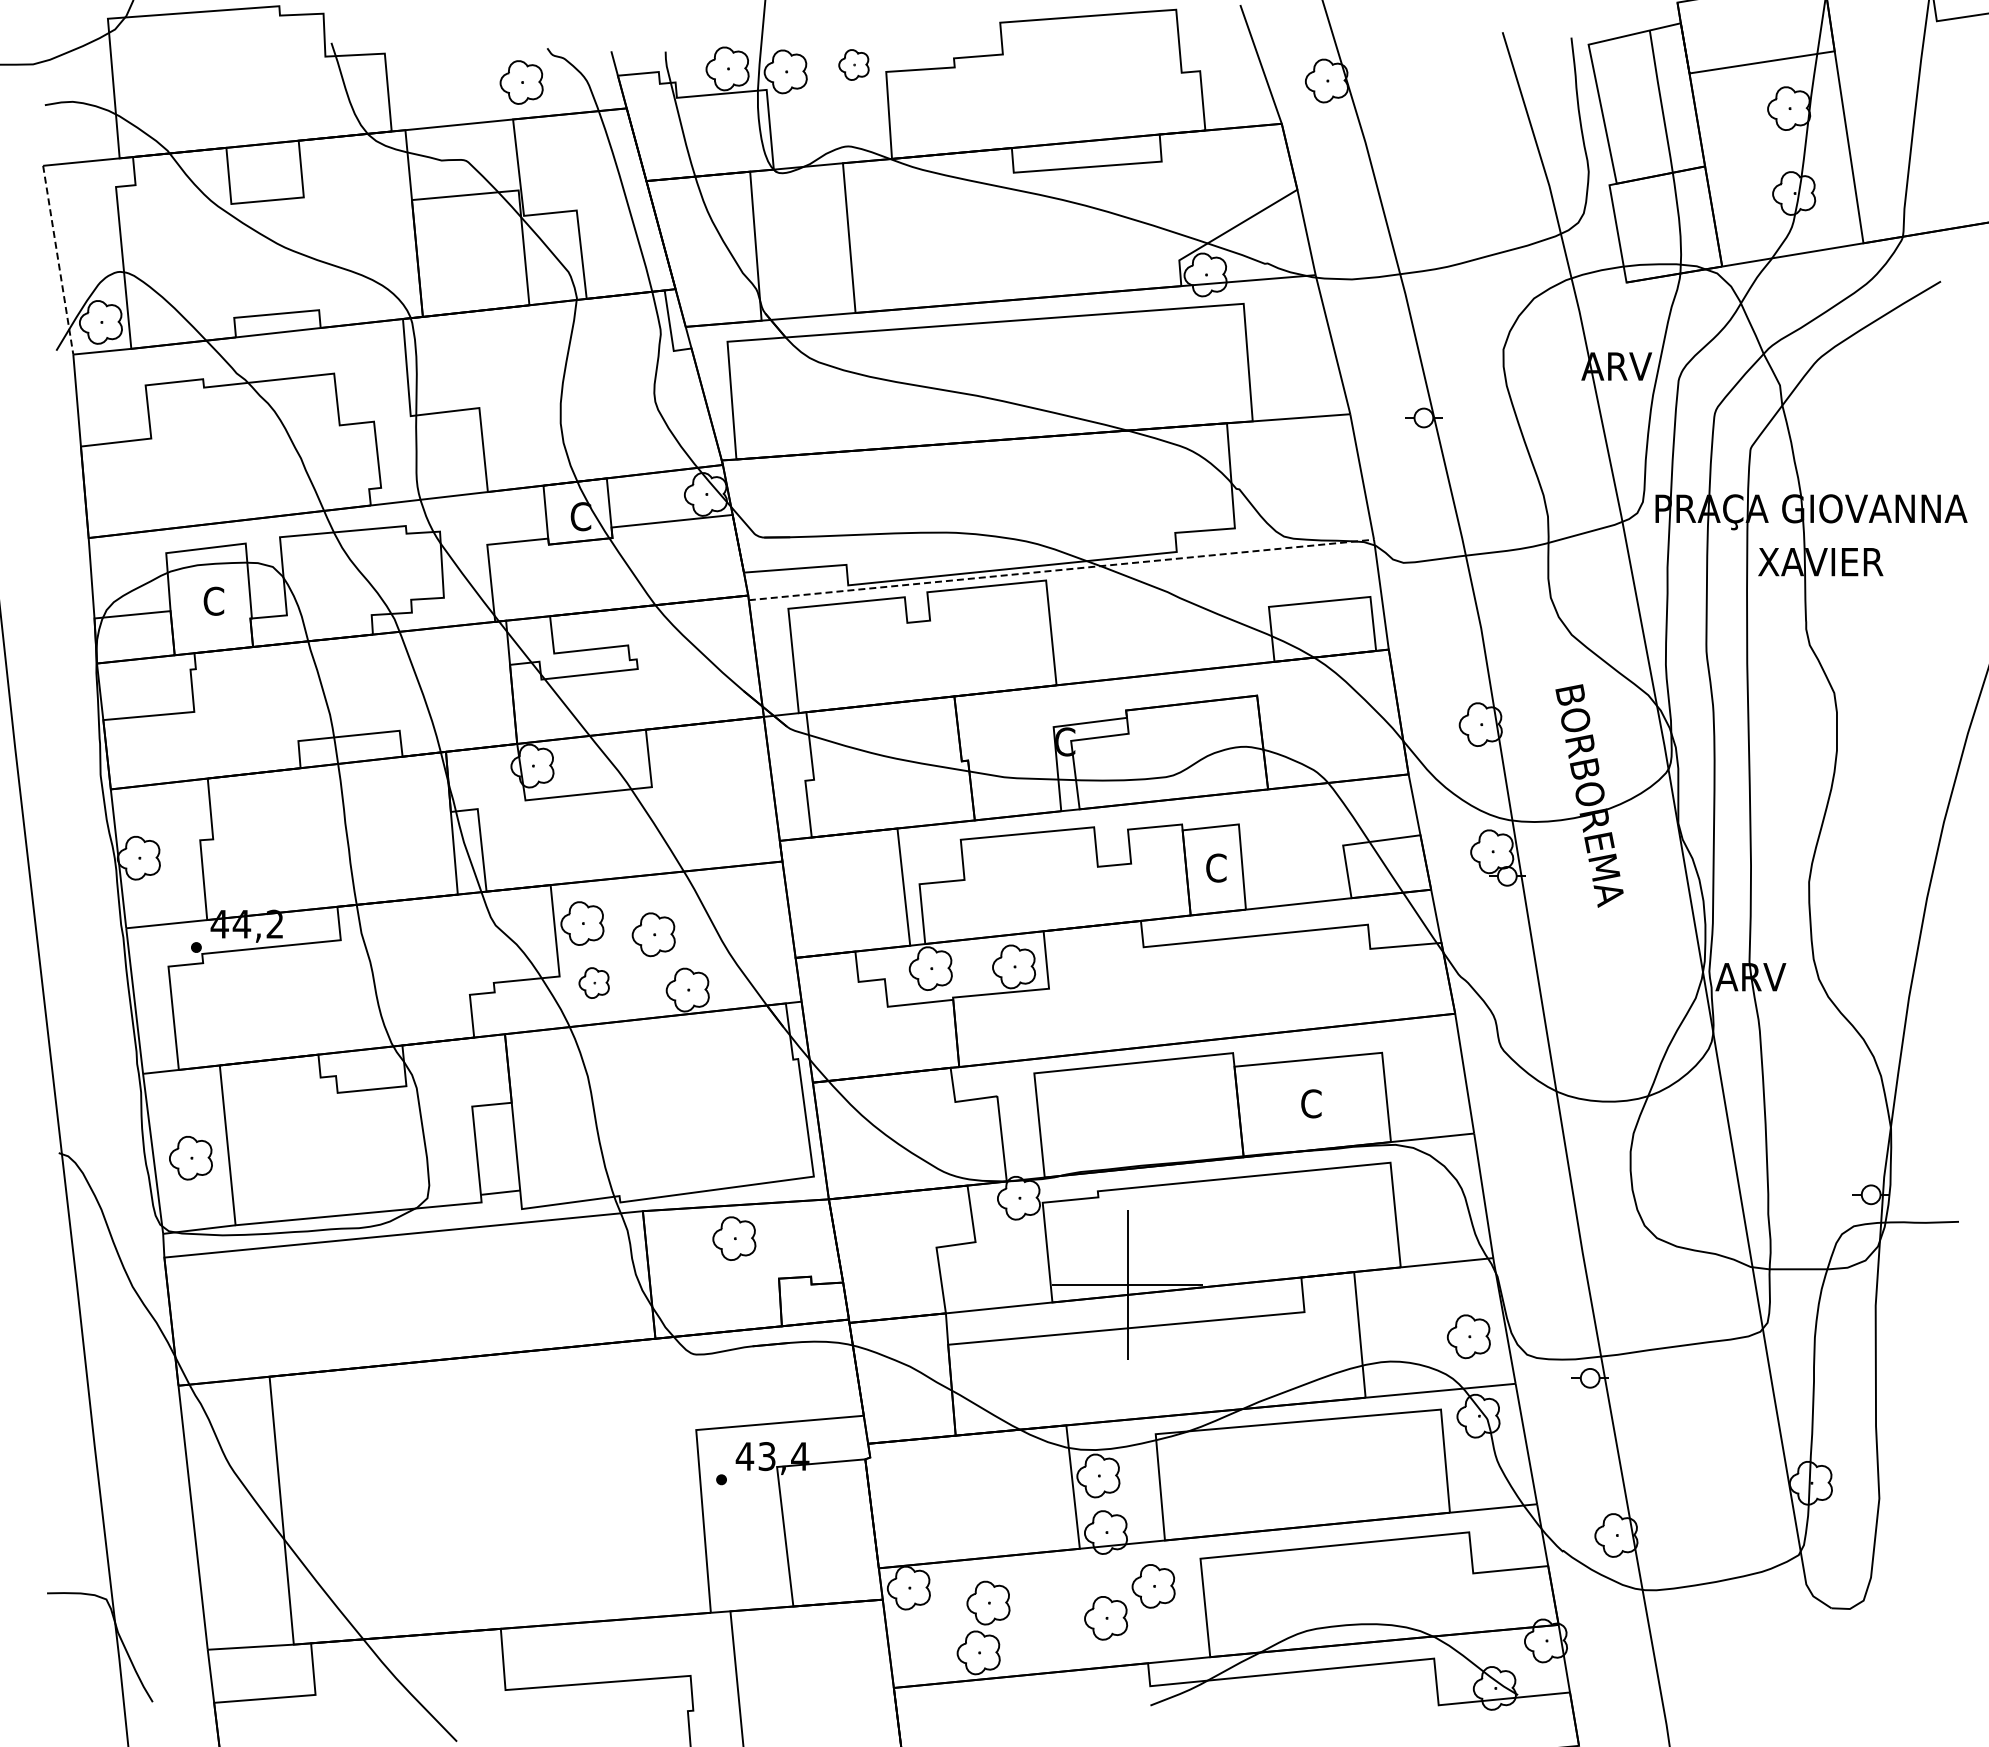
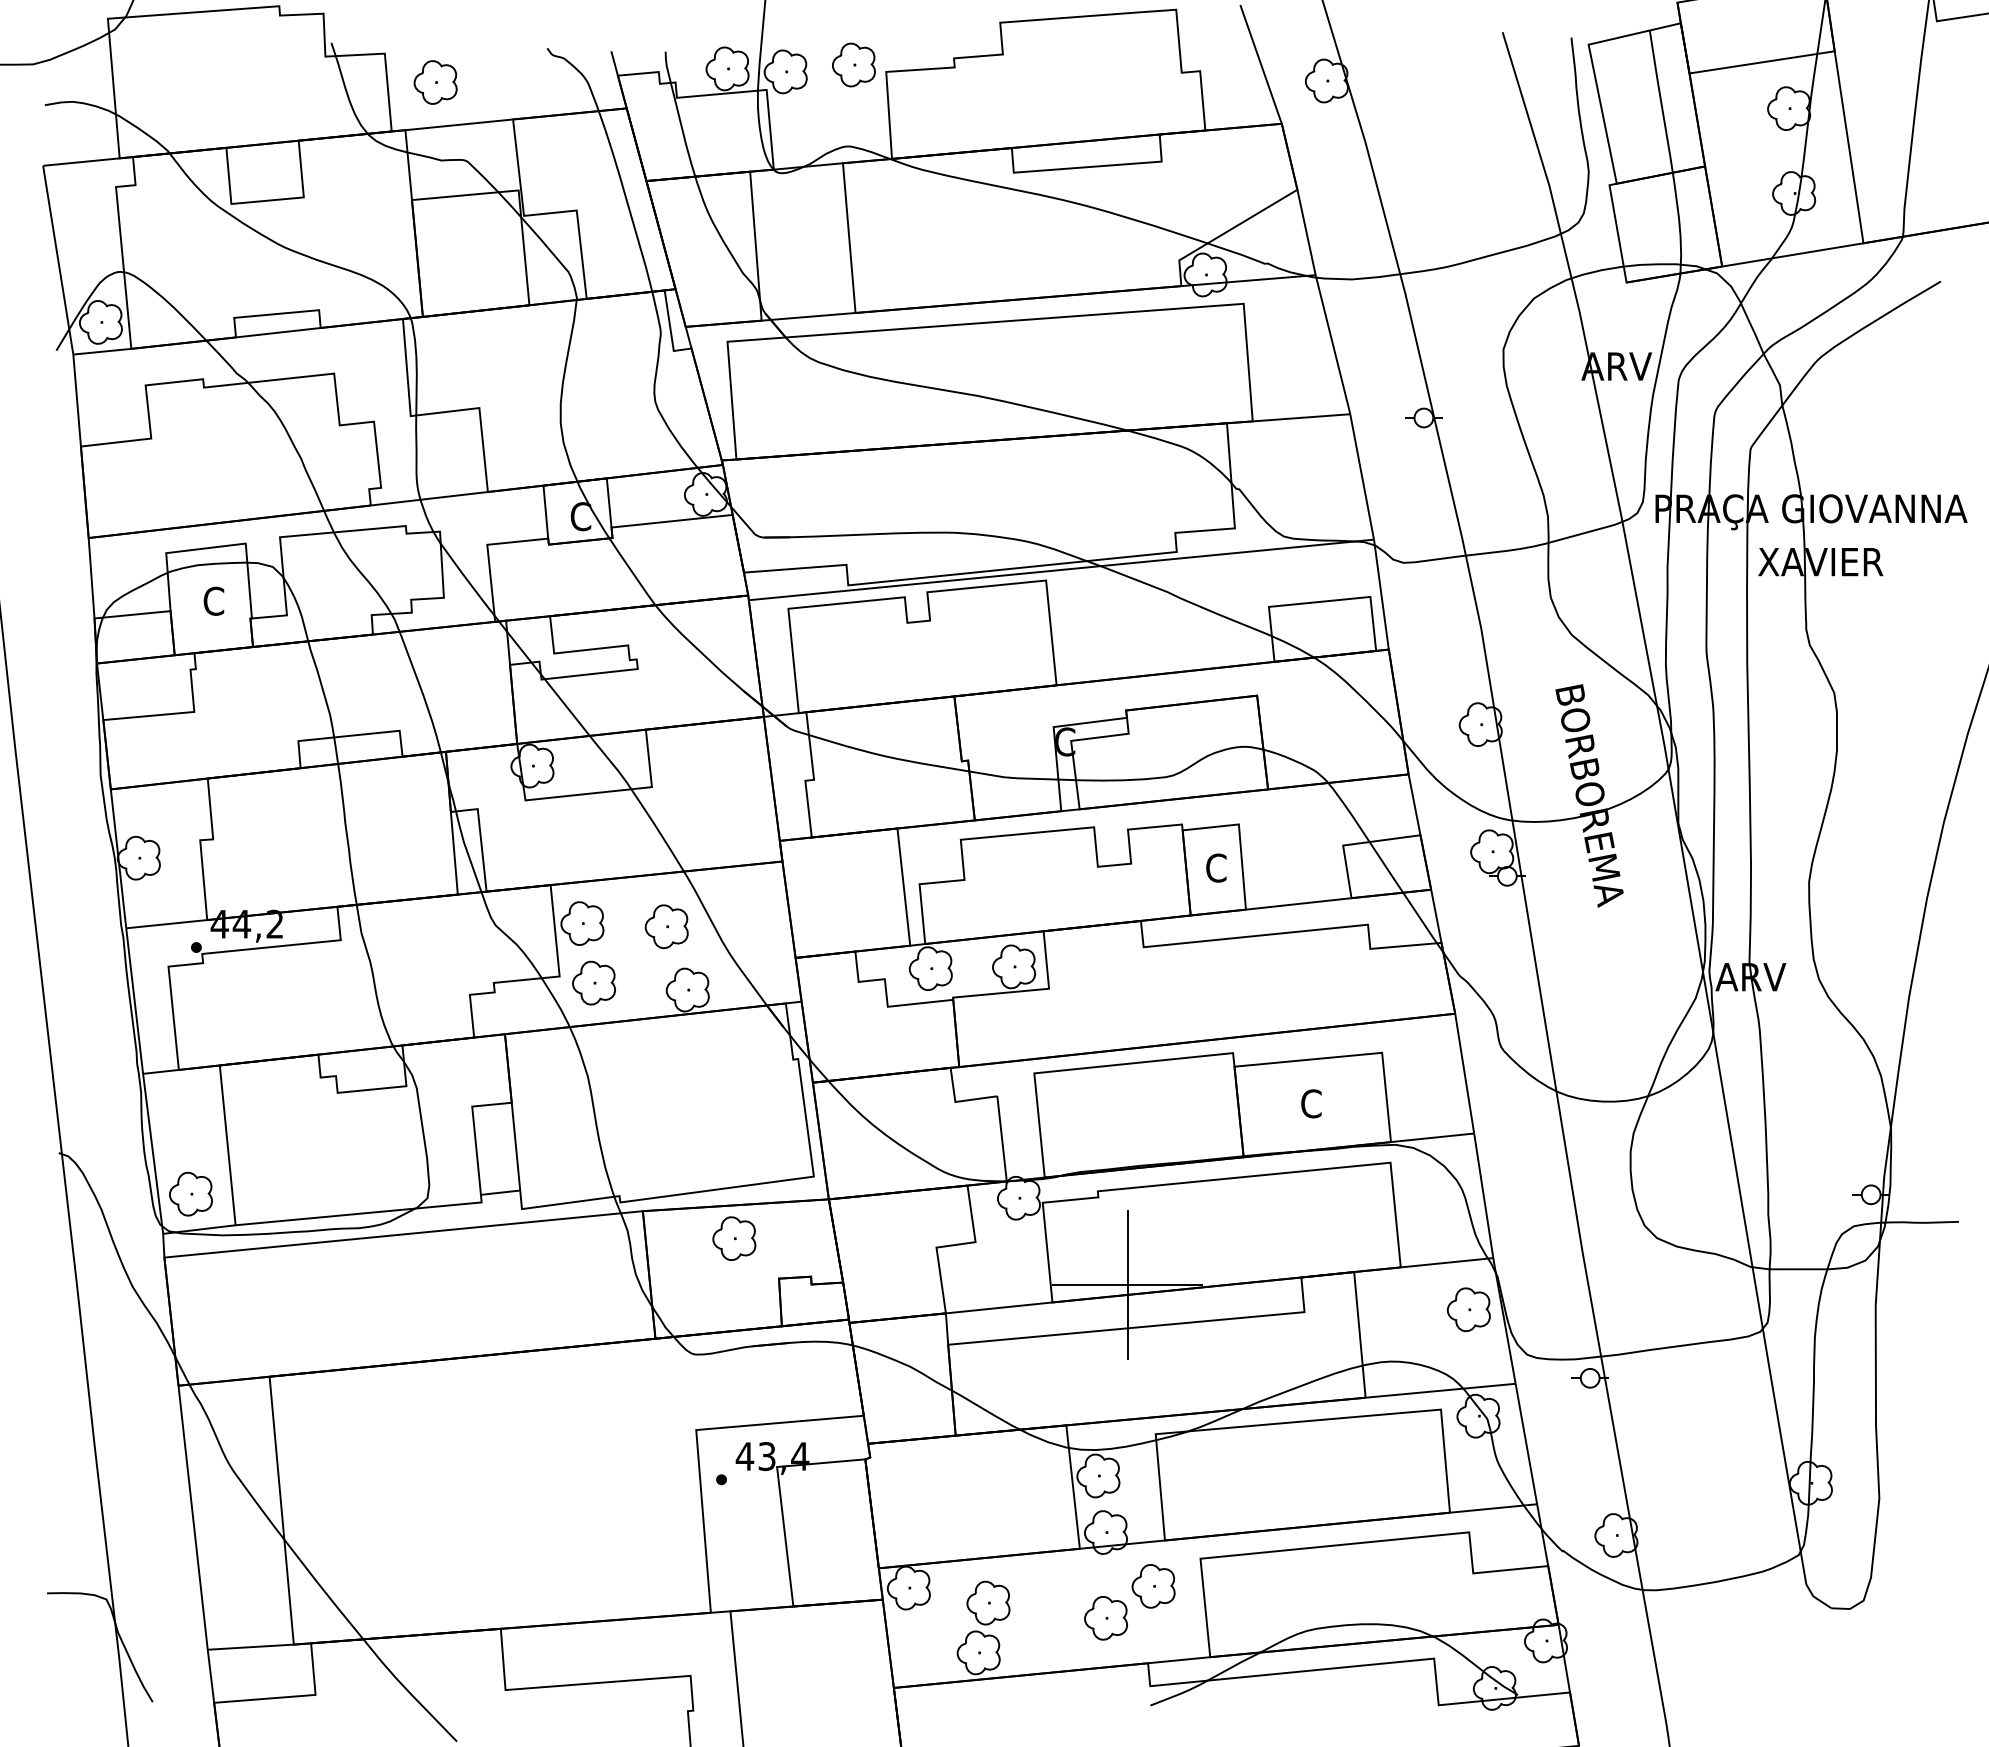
part at (853, 64) size: 32x32 px -> 44x46 px
part at (521, 82) position: (521, 82) -> (435, 82)
line at (58, 260): dashed -> solid
line at (1061, 569): dashed -> solid
part at (653, 934) position: (653, 934) -> (666, 926)
part at (593, 982) size: 32x32 px -> 45x46 px
part at (190, 1158) position: (190, 1158) -> (190, 1194)
part at (1468, 1336) position: (1468, 1336) -> (1468, 1309)
